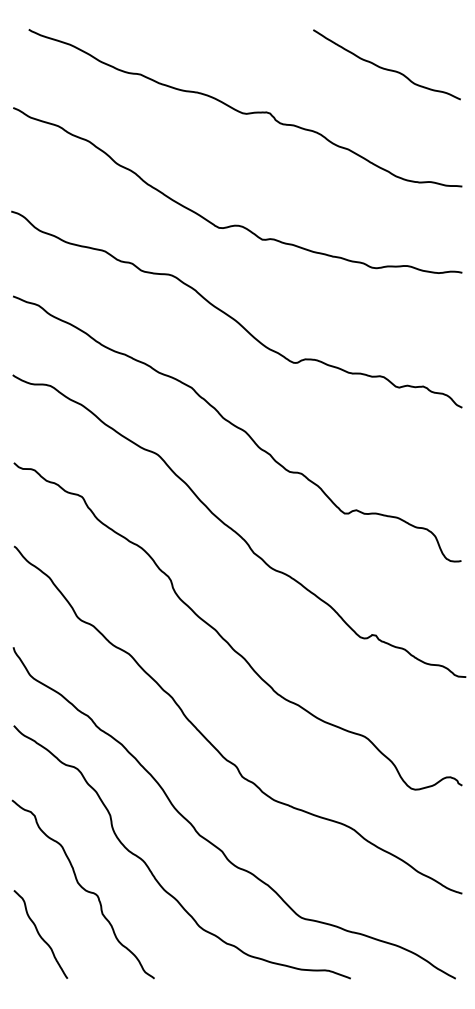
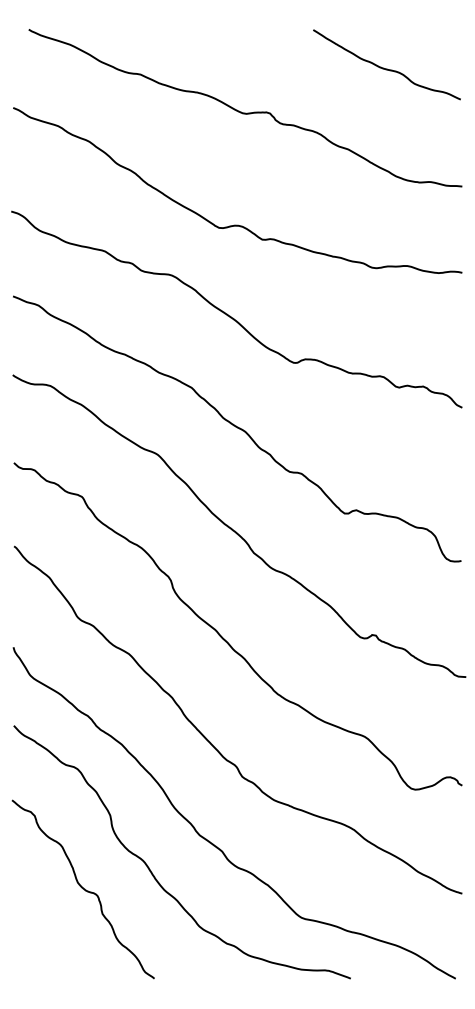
curve at (40, 934): present -> none
